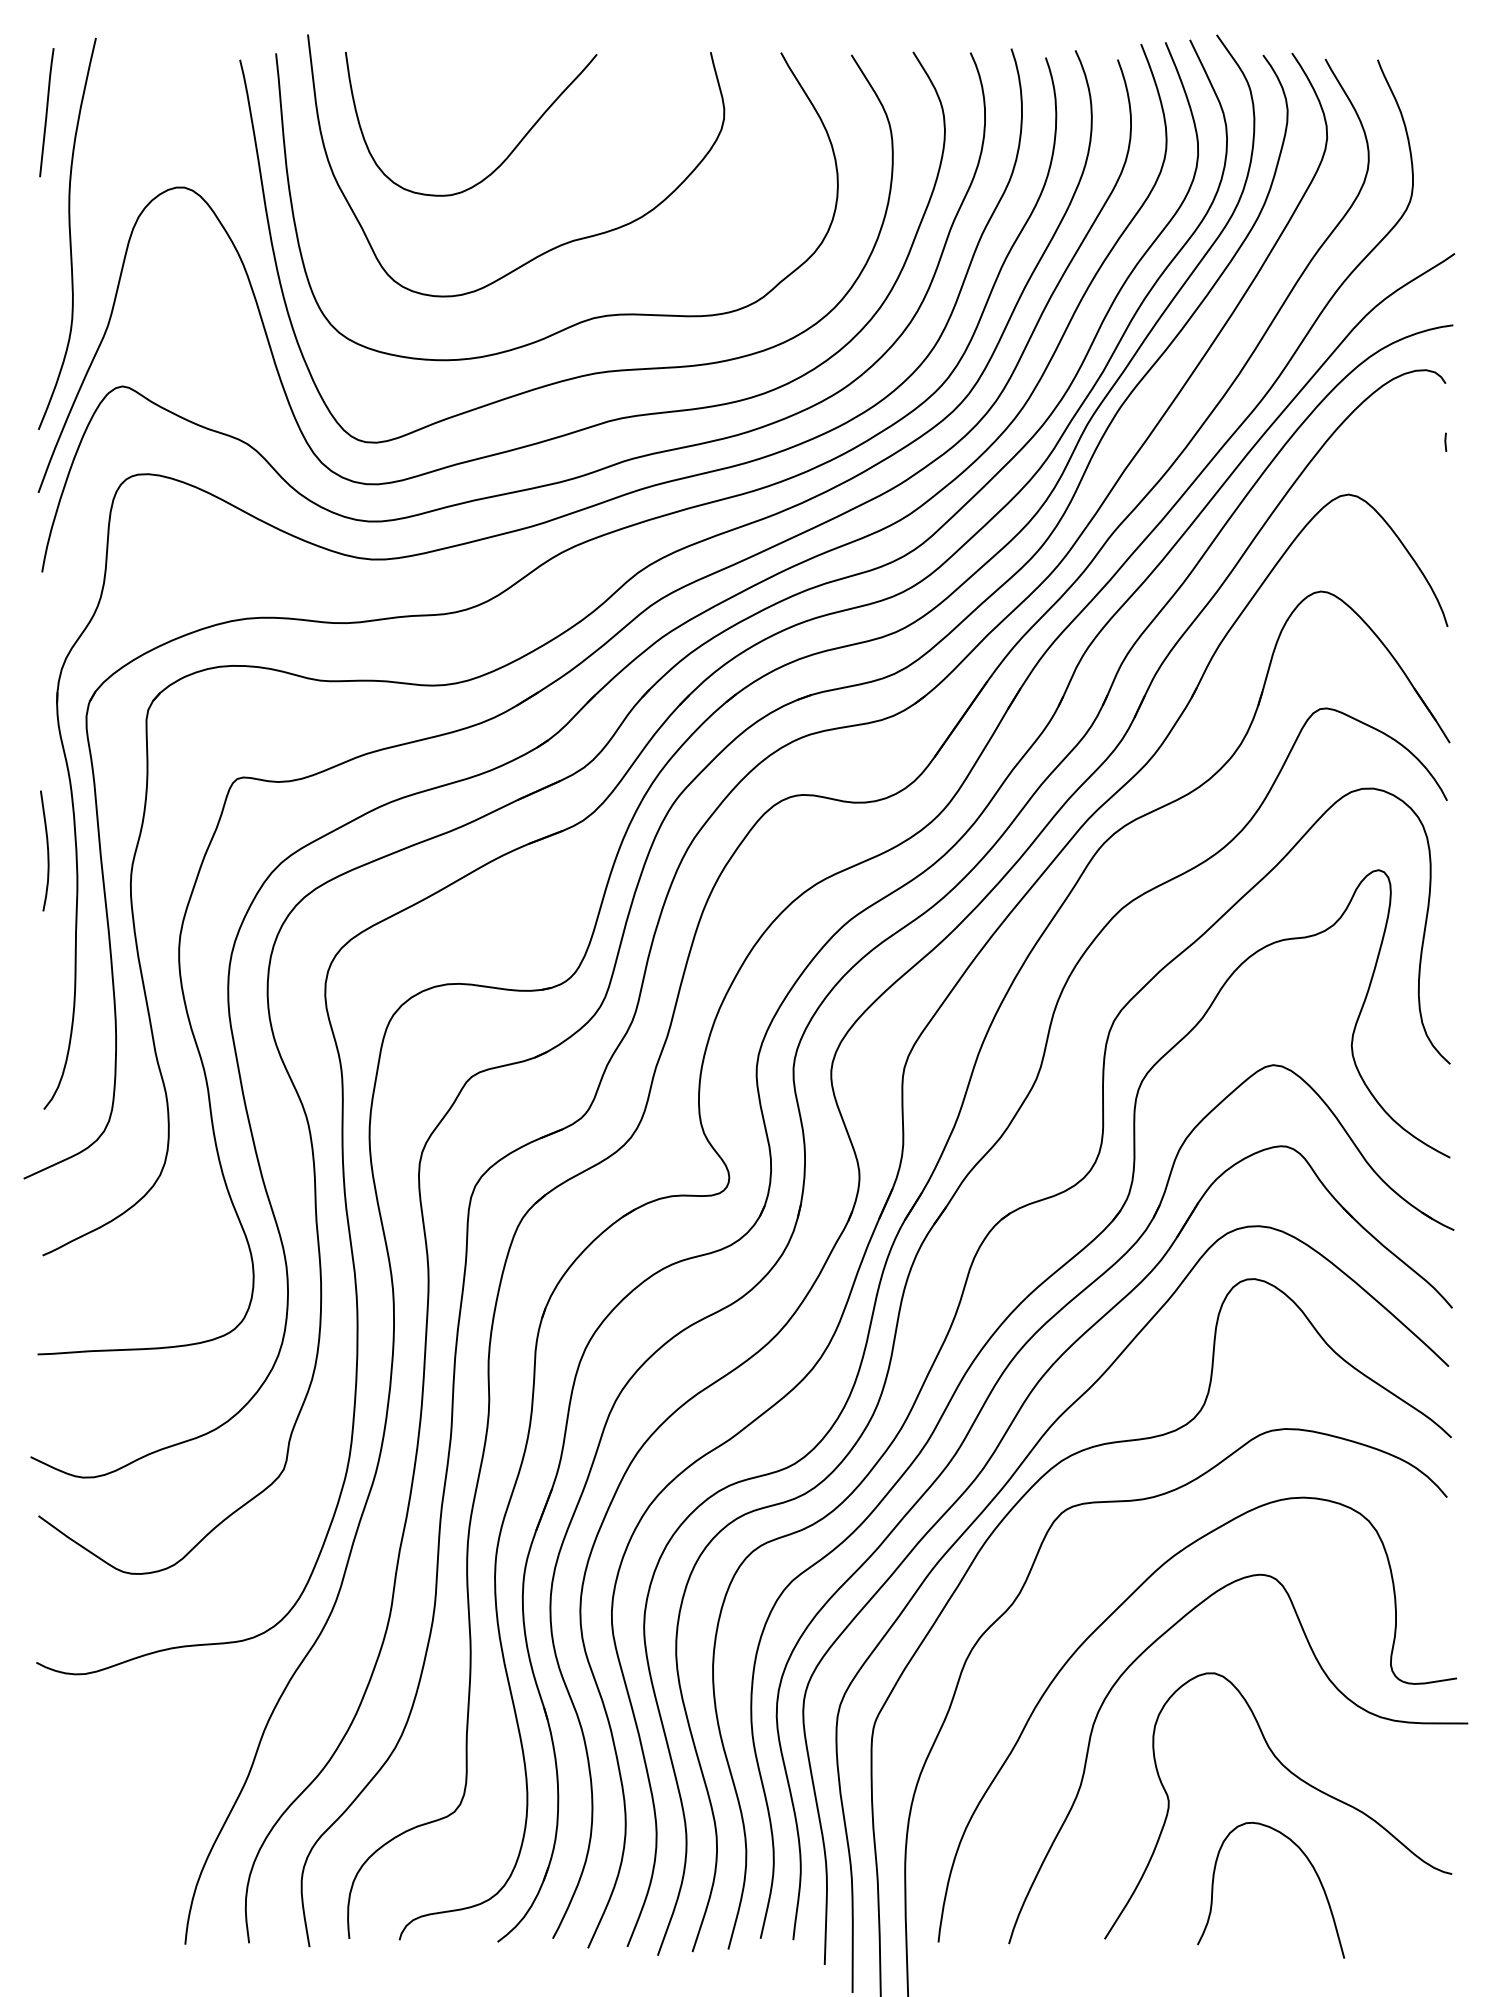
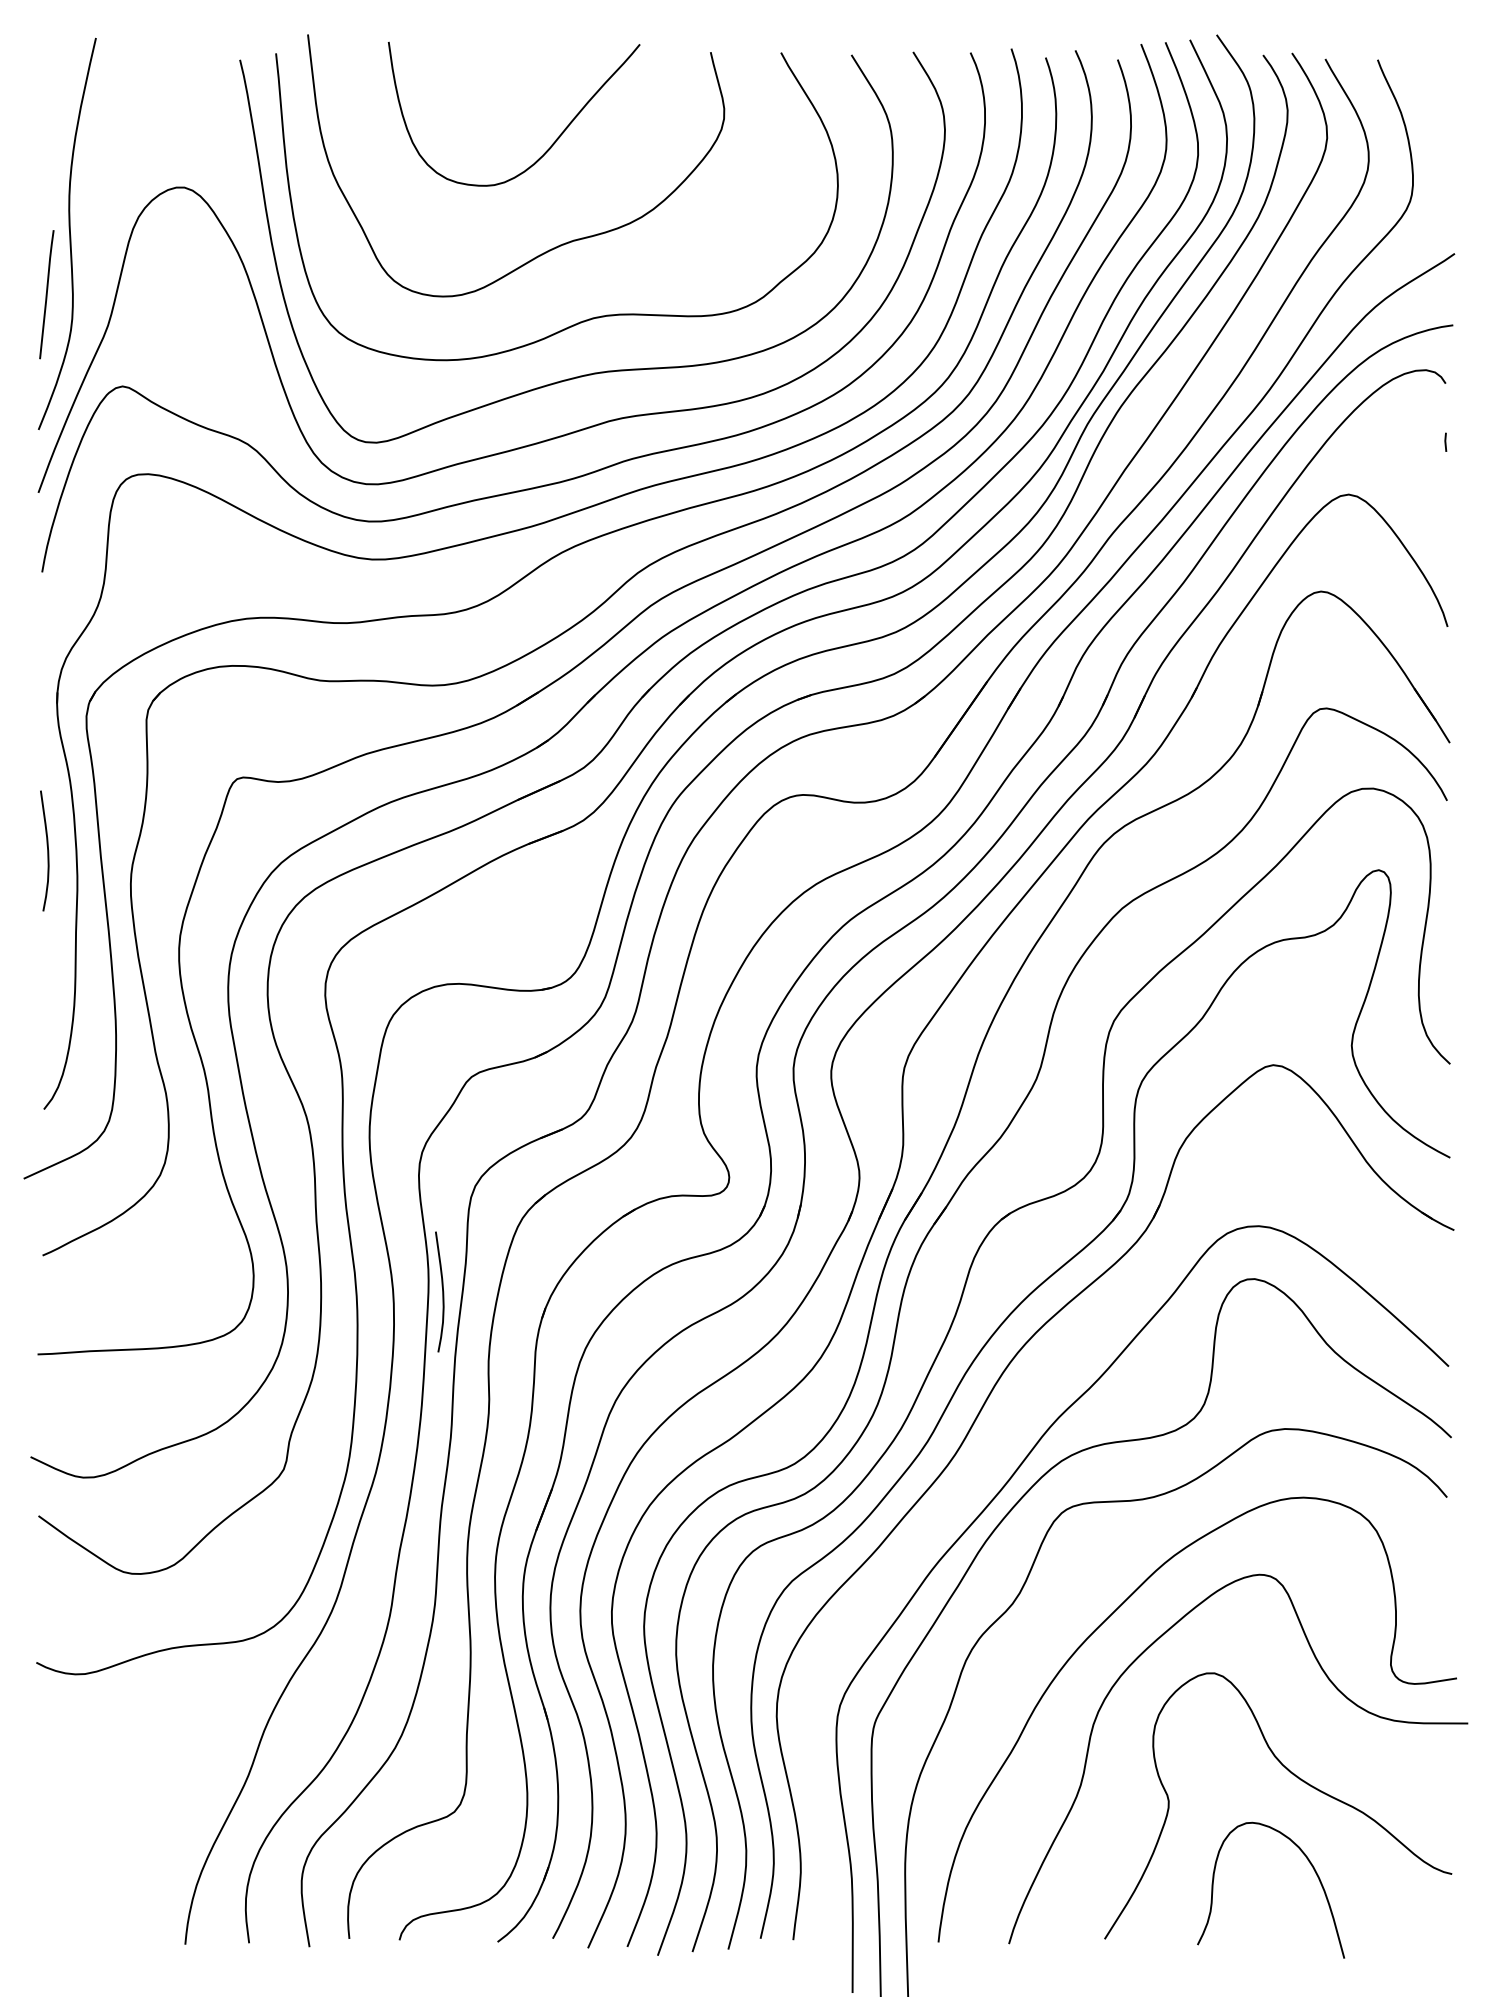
line at (46, 112) position: (46, 112) -> (46, 294)
curve at (508, 154) position: (508, 154) -> (551, 144)
curve at (442, 1291): none -> present
part at (989, 1461): present -> none
